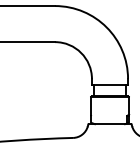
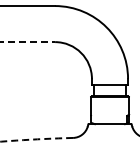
line at (28, 42): solid -> dashed
arc at (36, 139): solid -> dashed
